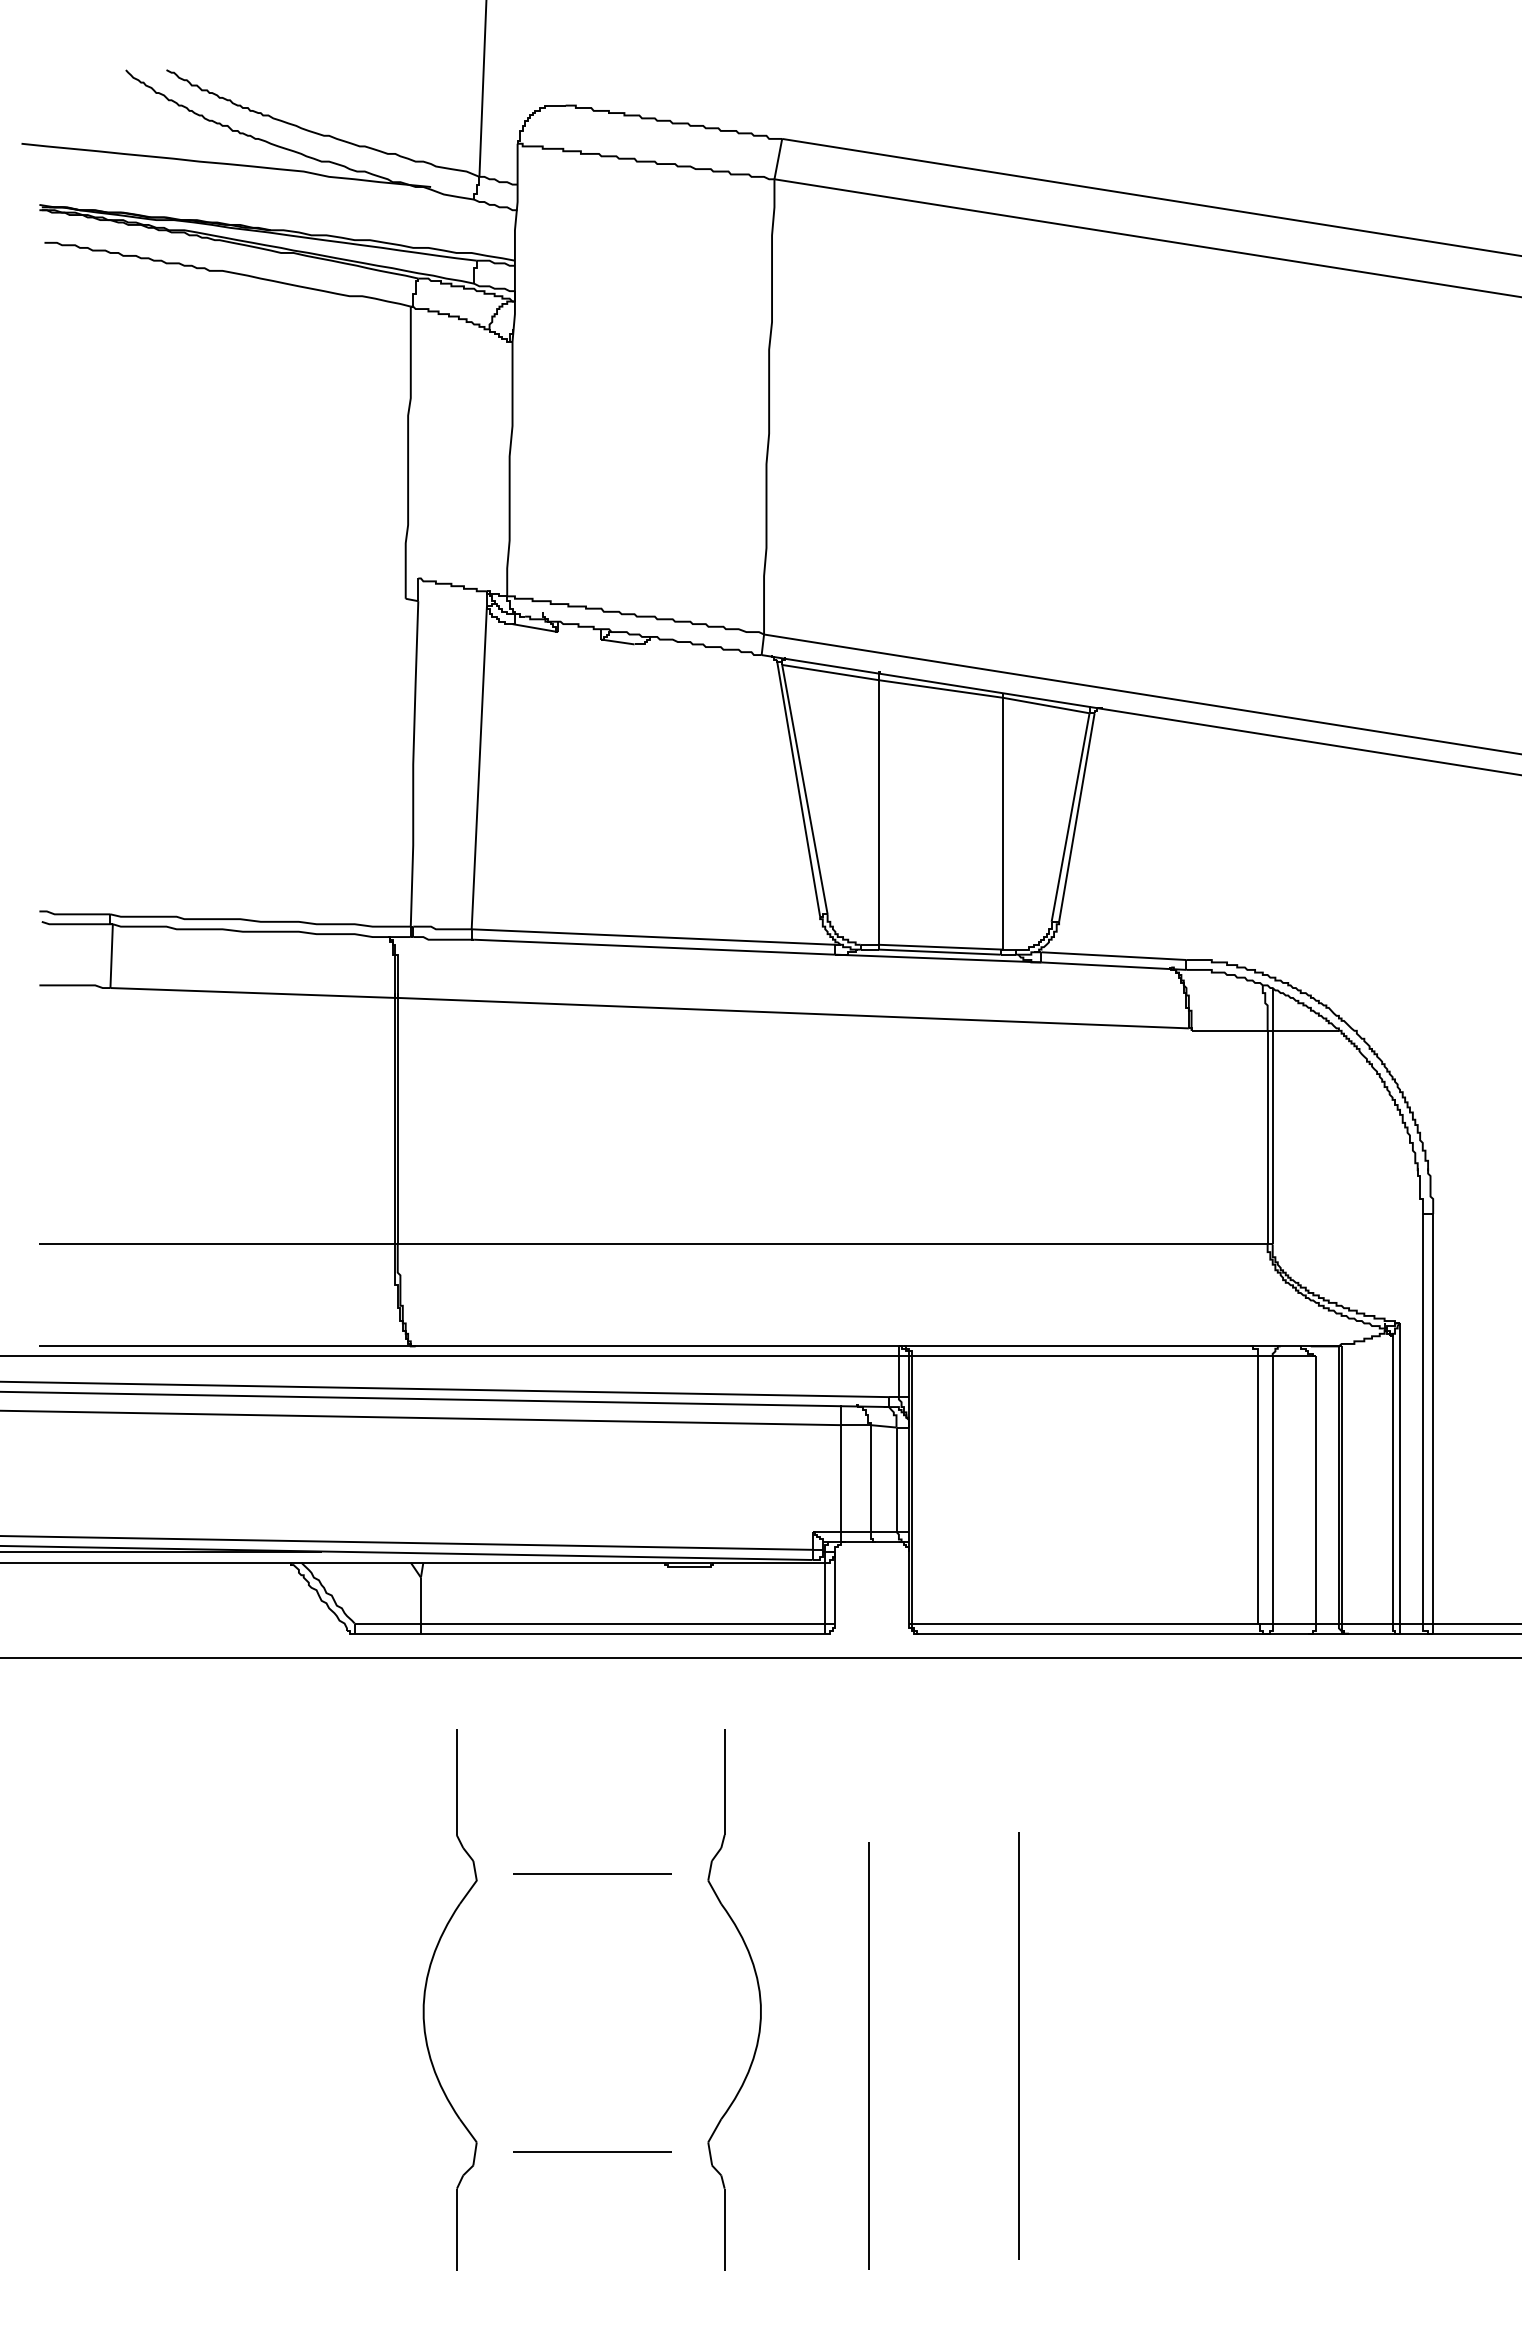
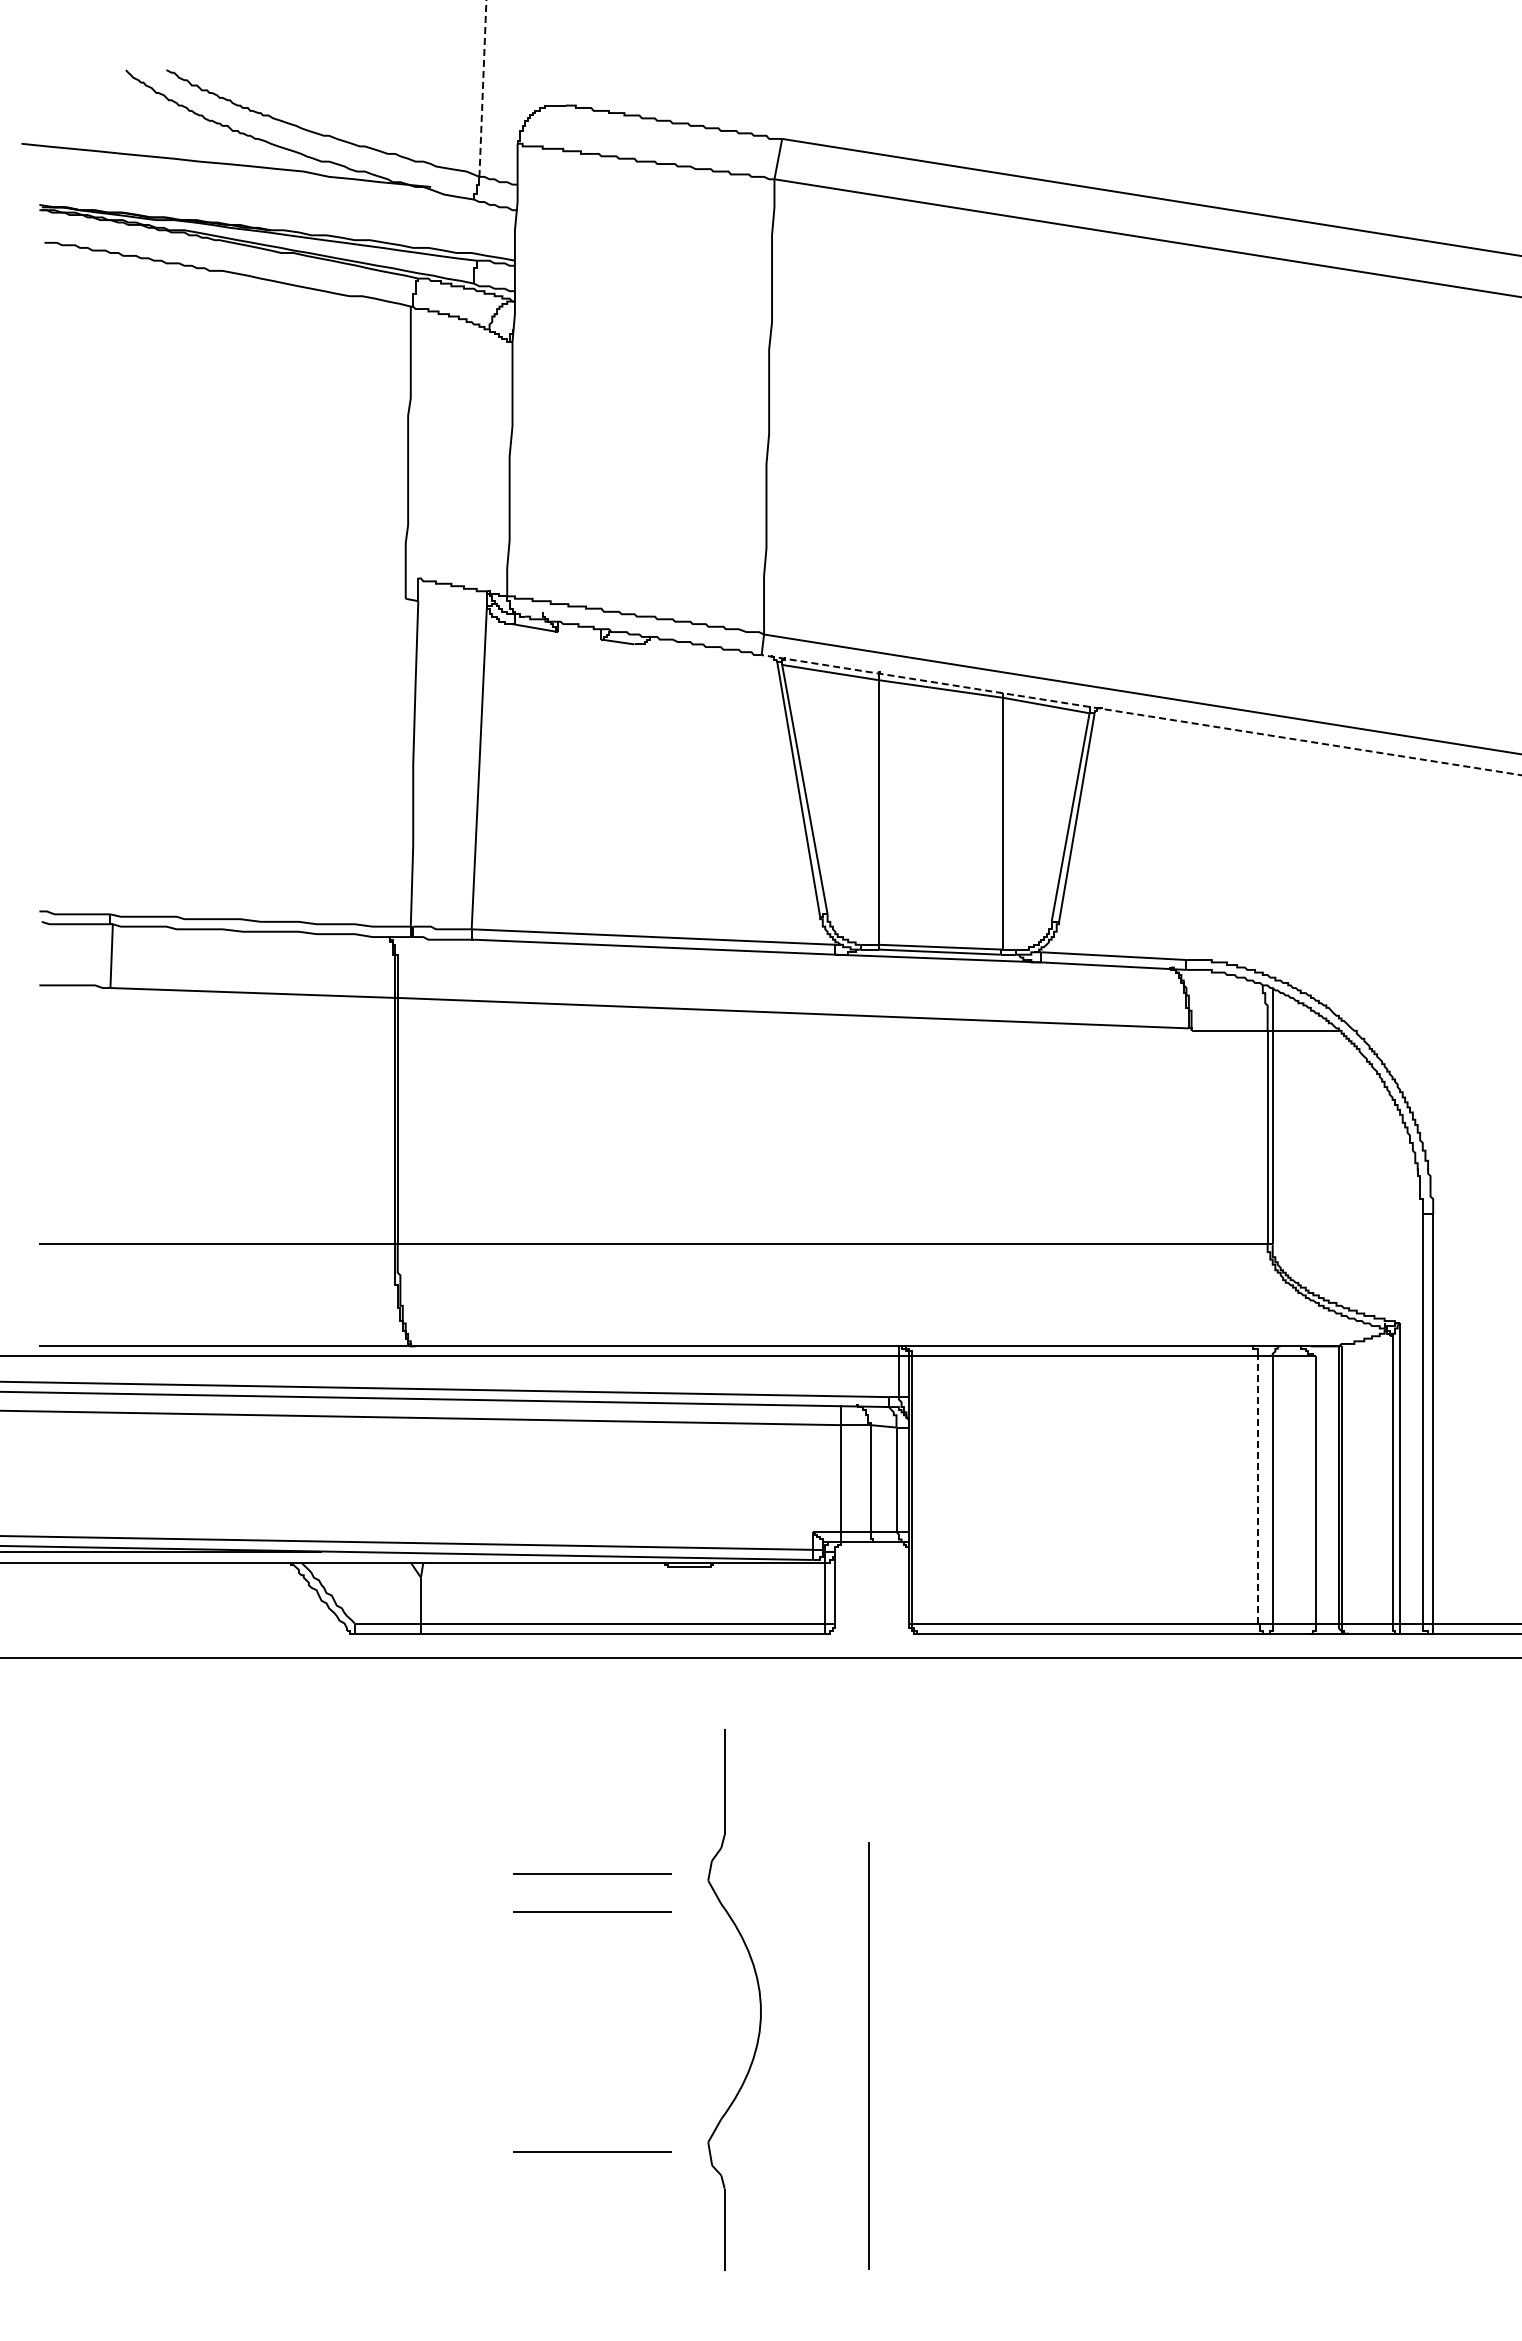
line at (482, 88): solid -> dashed
line at (1140, 715): solid -> dashed
line at (1257, 1489): solid -> dashed
line at (592, 1911): none -> present
part at (425, 1999): present -> none
line at (1018, 2045): present -> none
